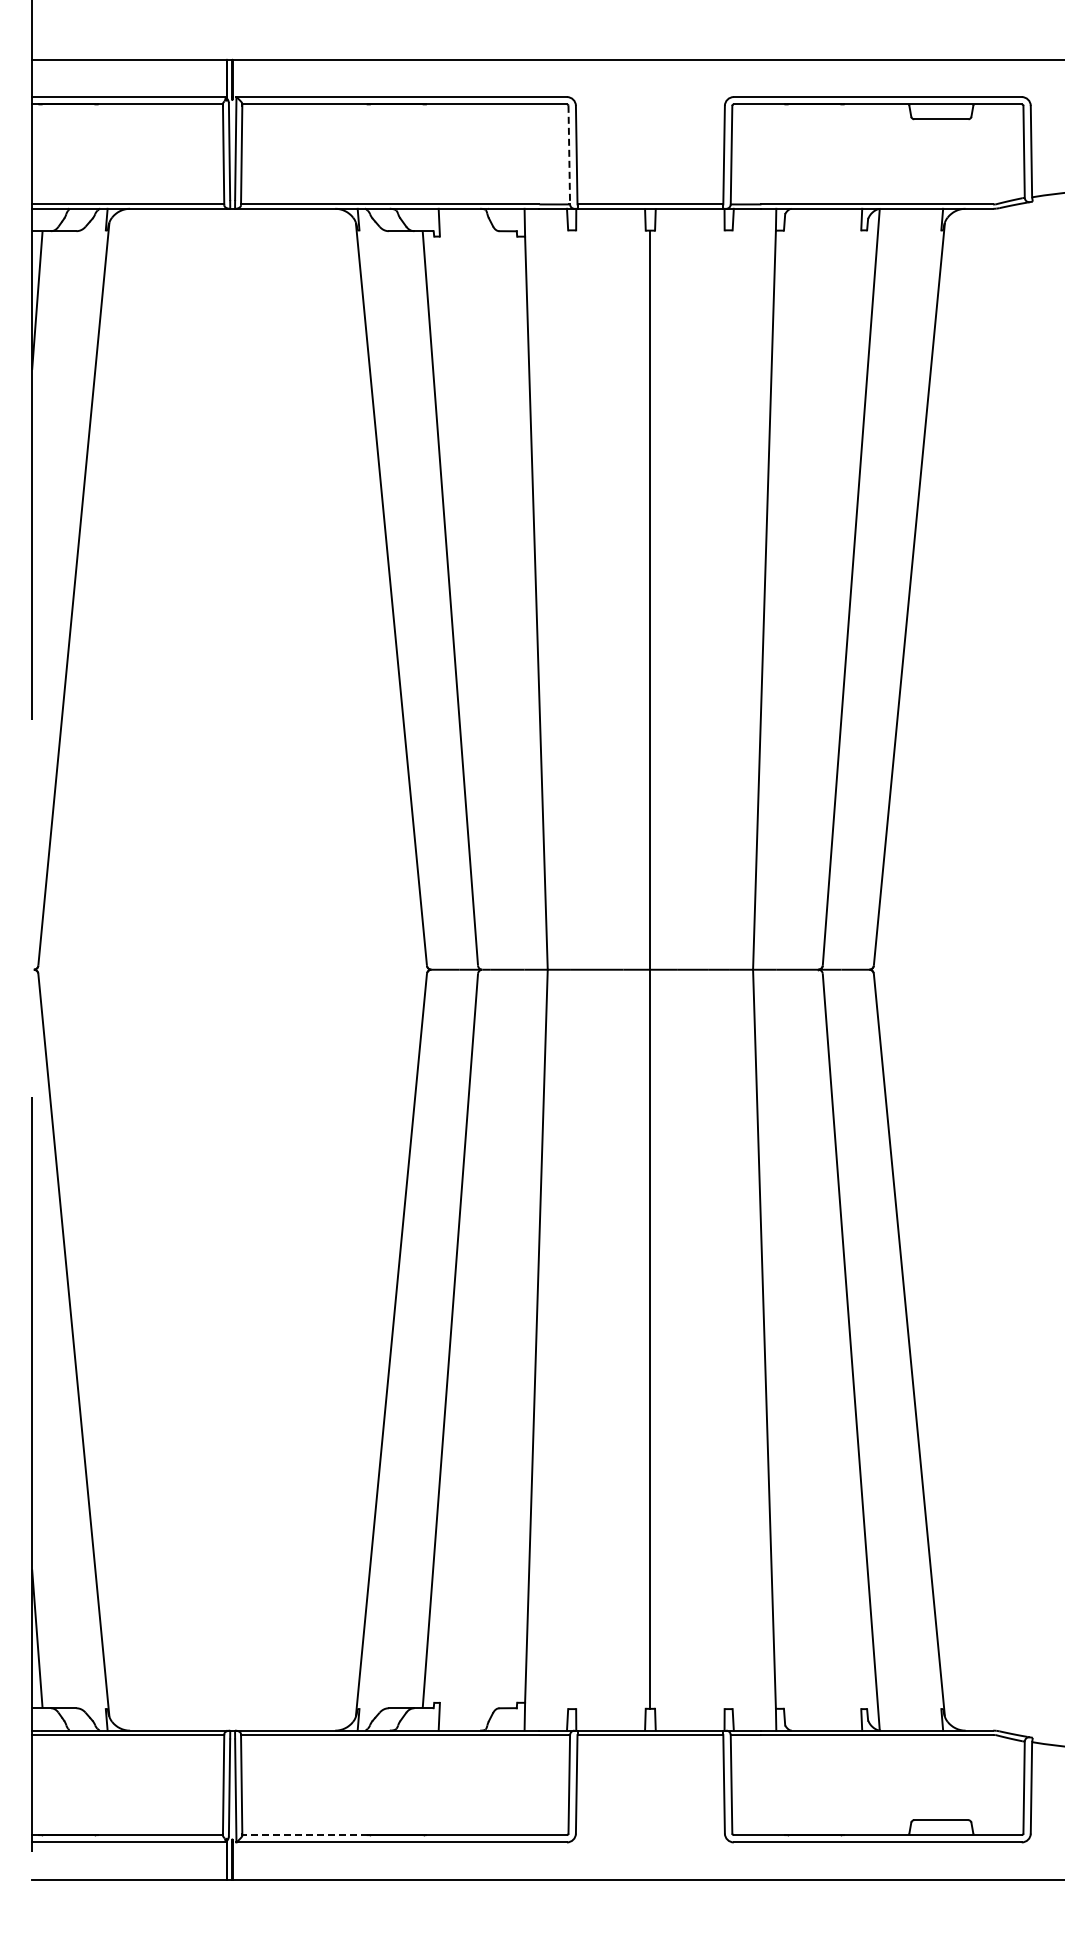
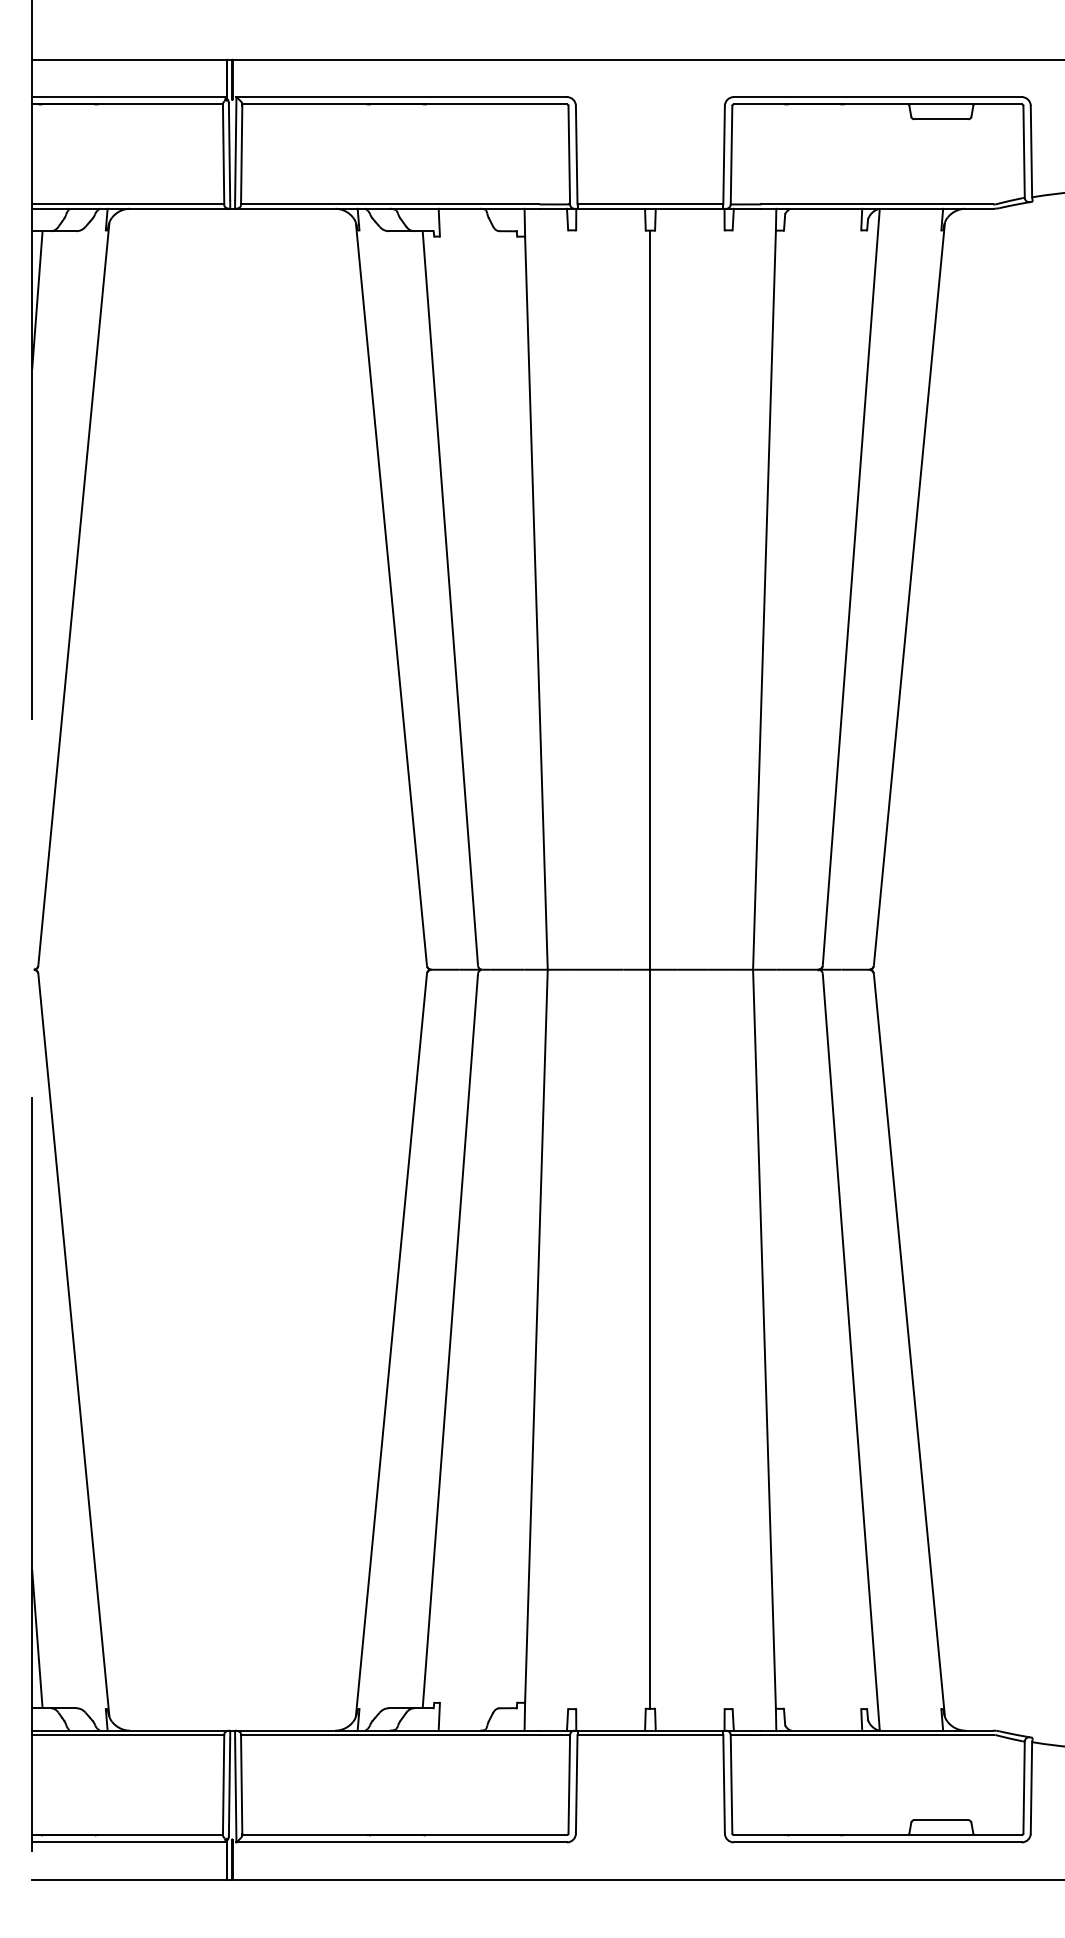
line at (569, 155): dashed -> solid
line at (304, 1835): dashed -> solid
